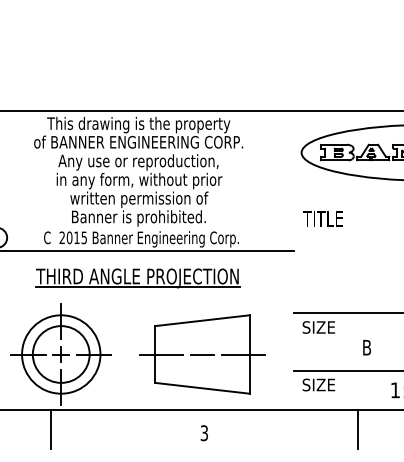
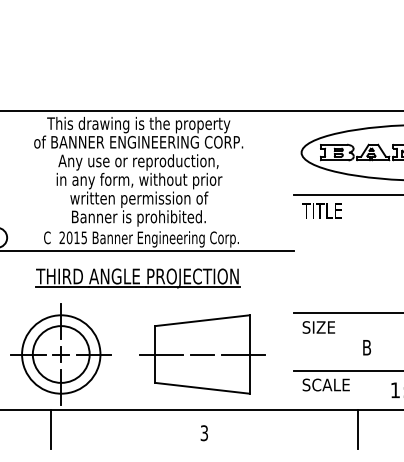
line at (346, 195): none -> present
text at (322, 218) position: (322, 218) -> (321, 210)
text at (330, 384): SIZE -> SCALE
